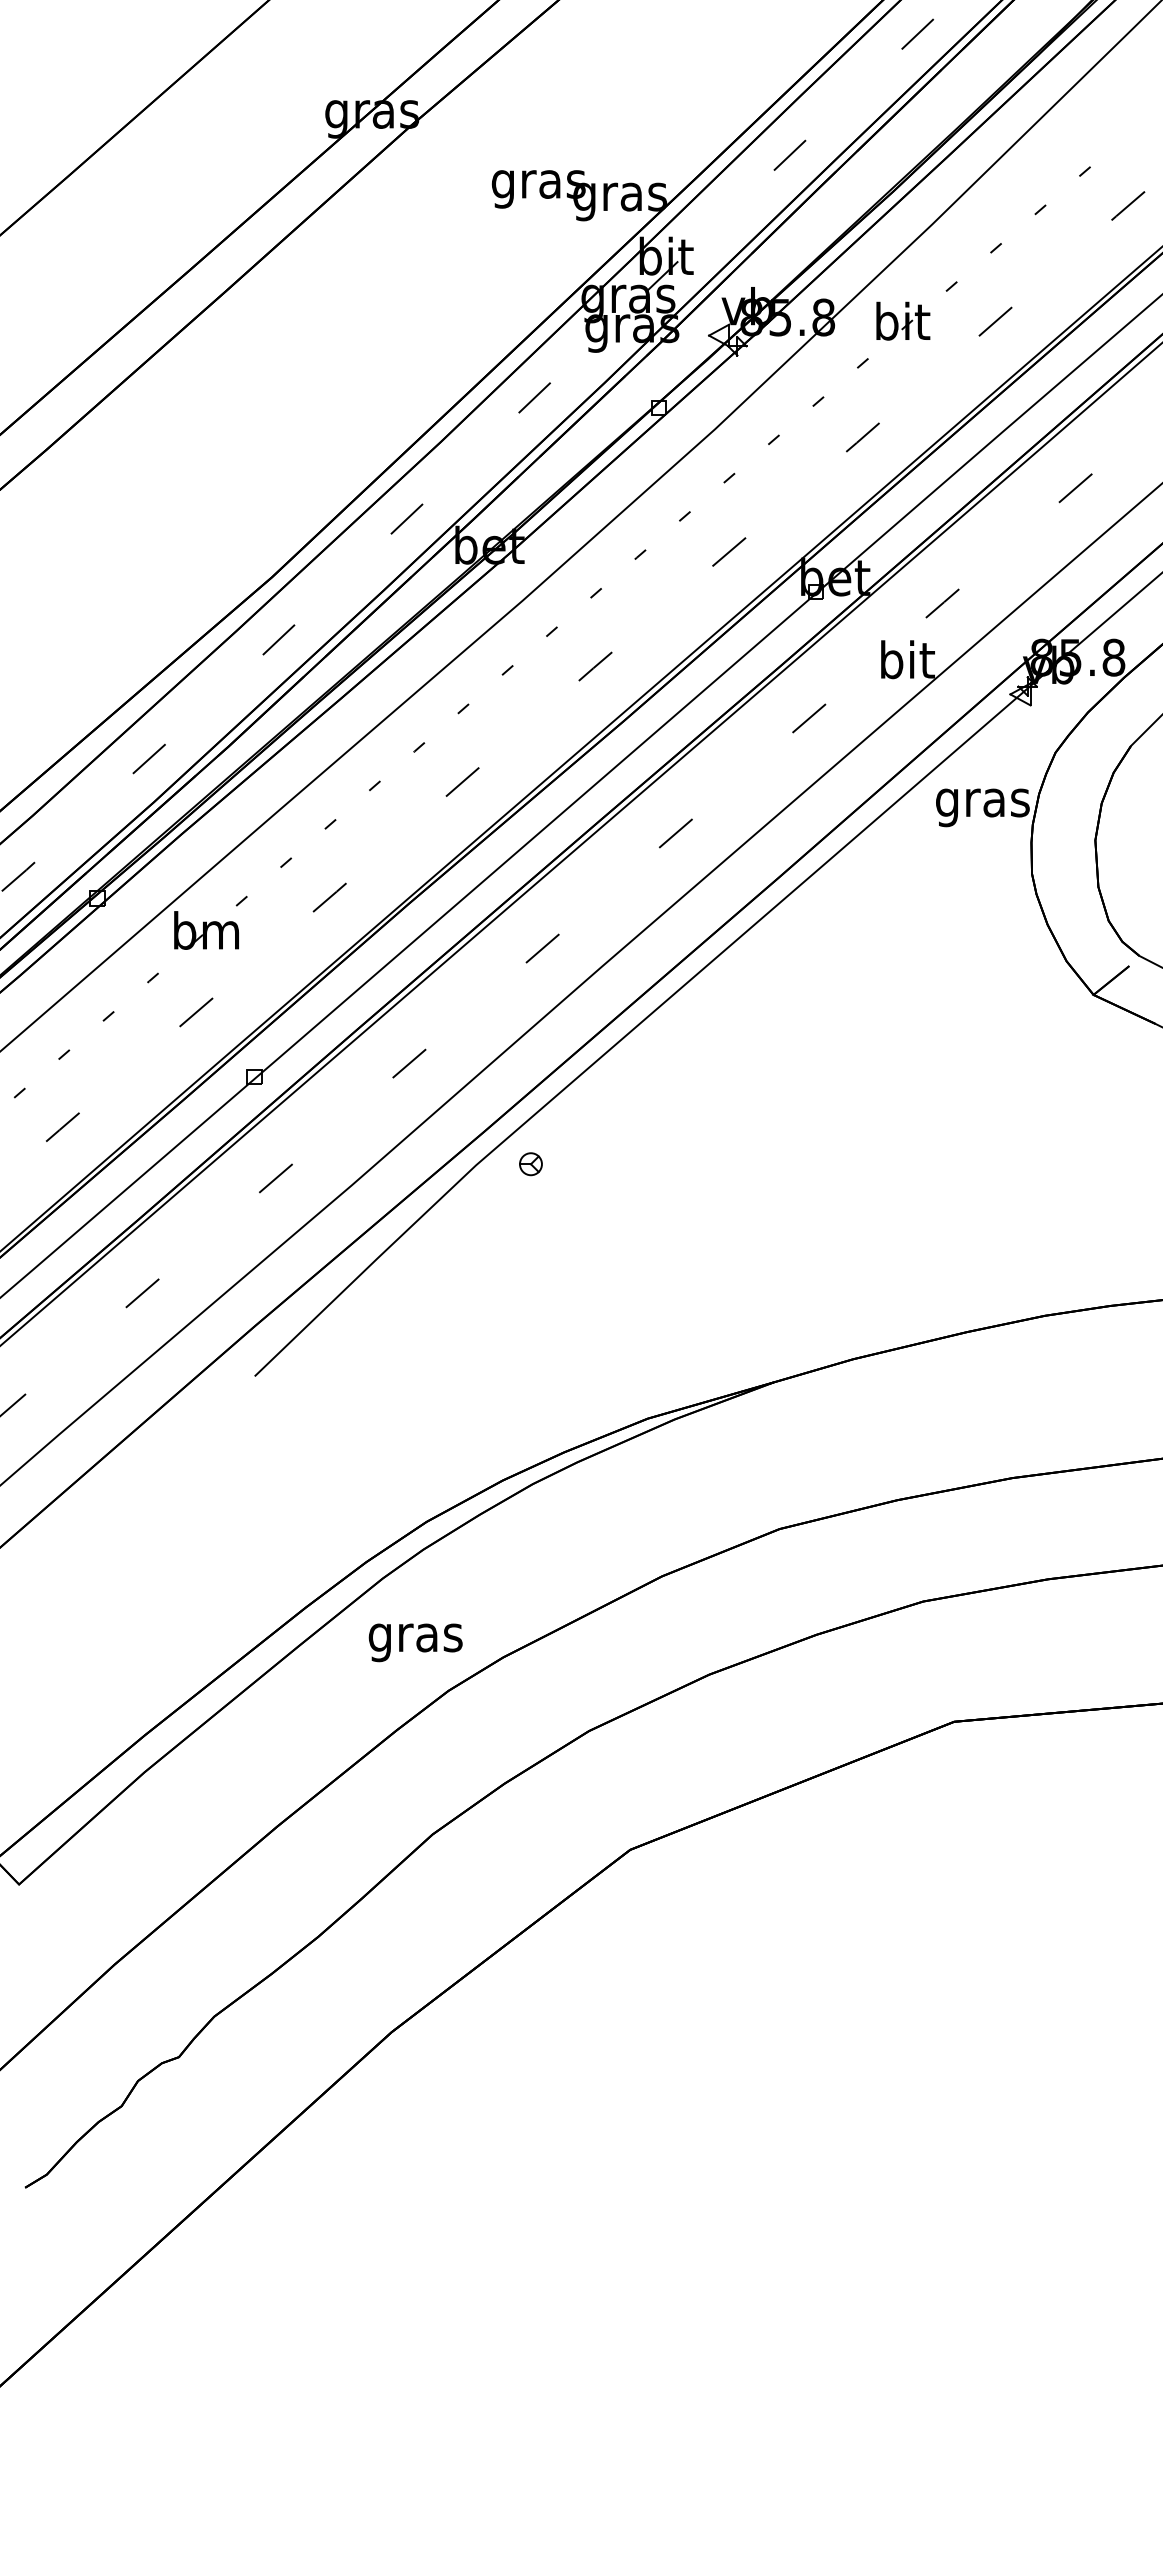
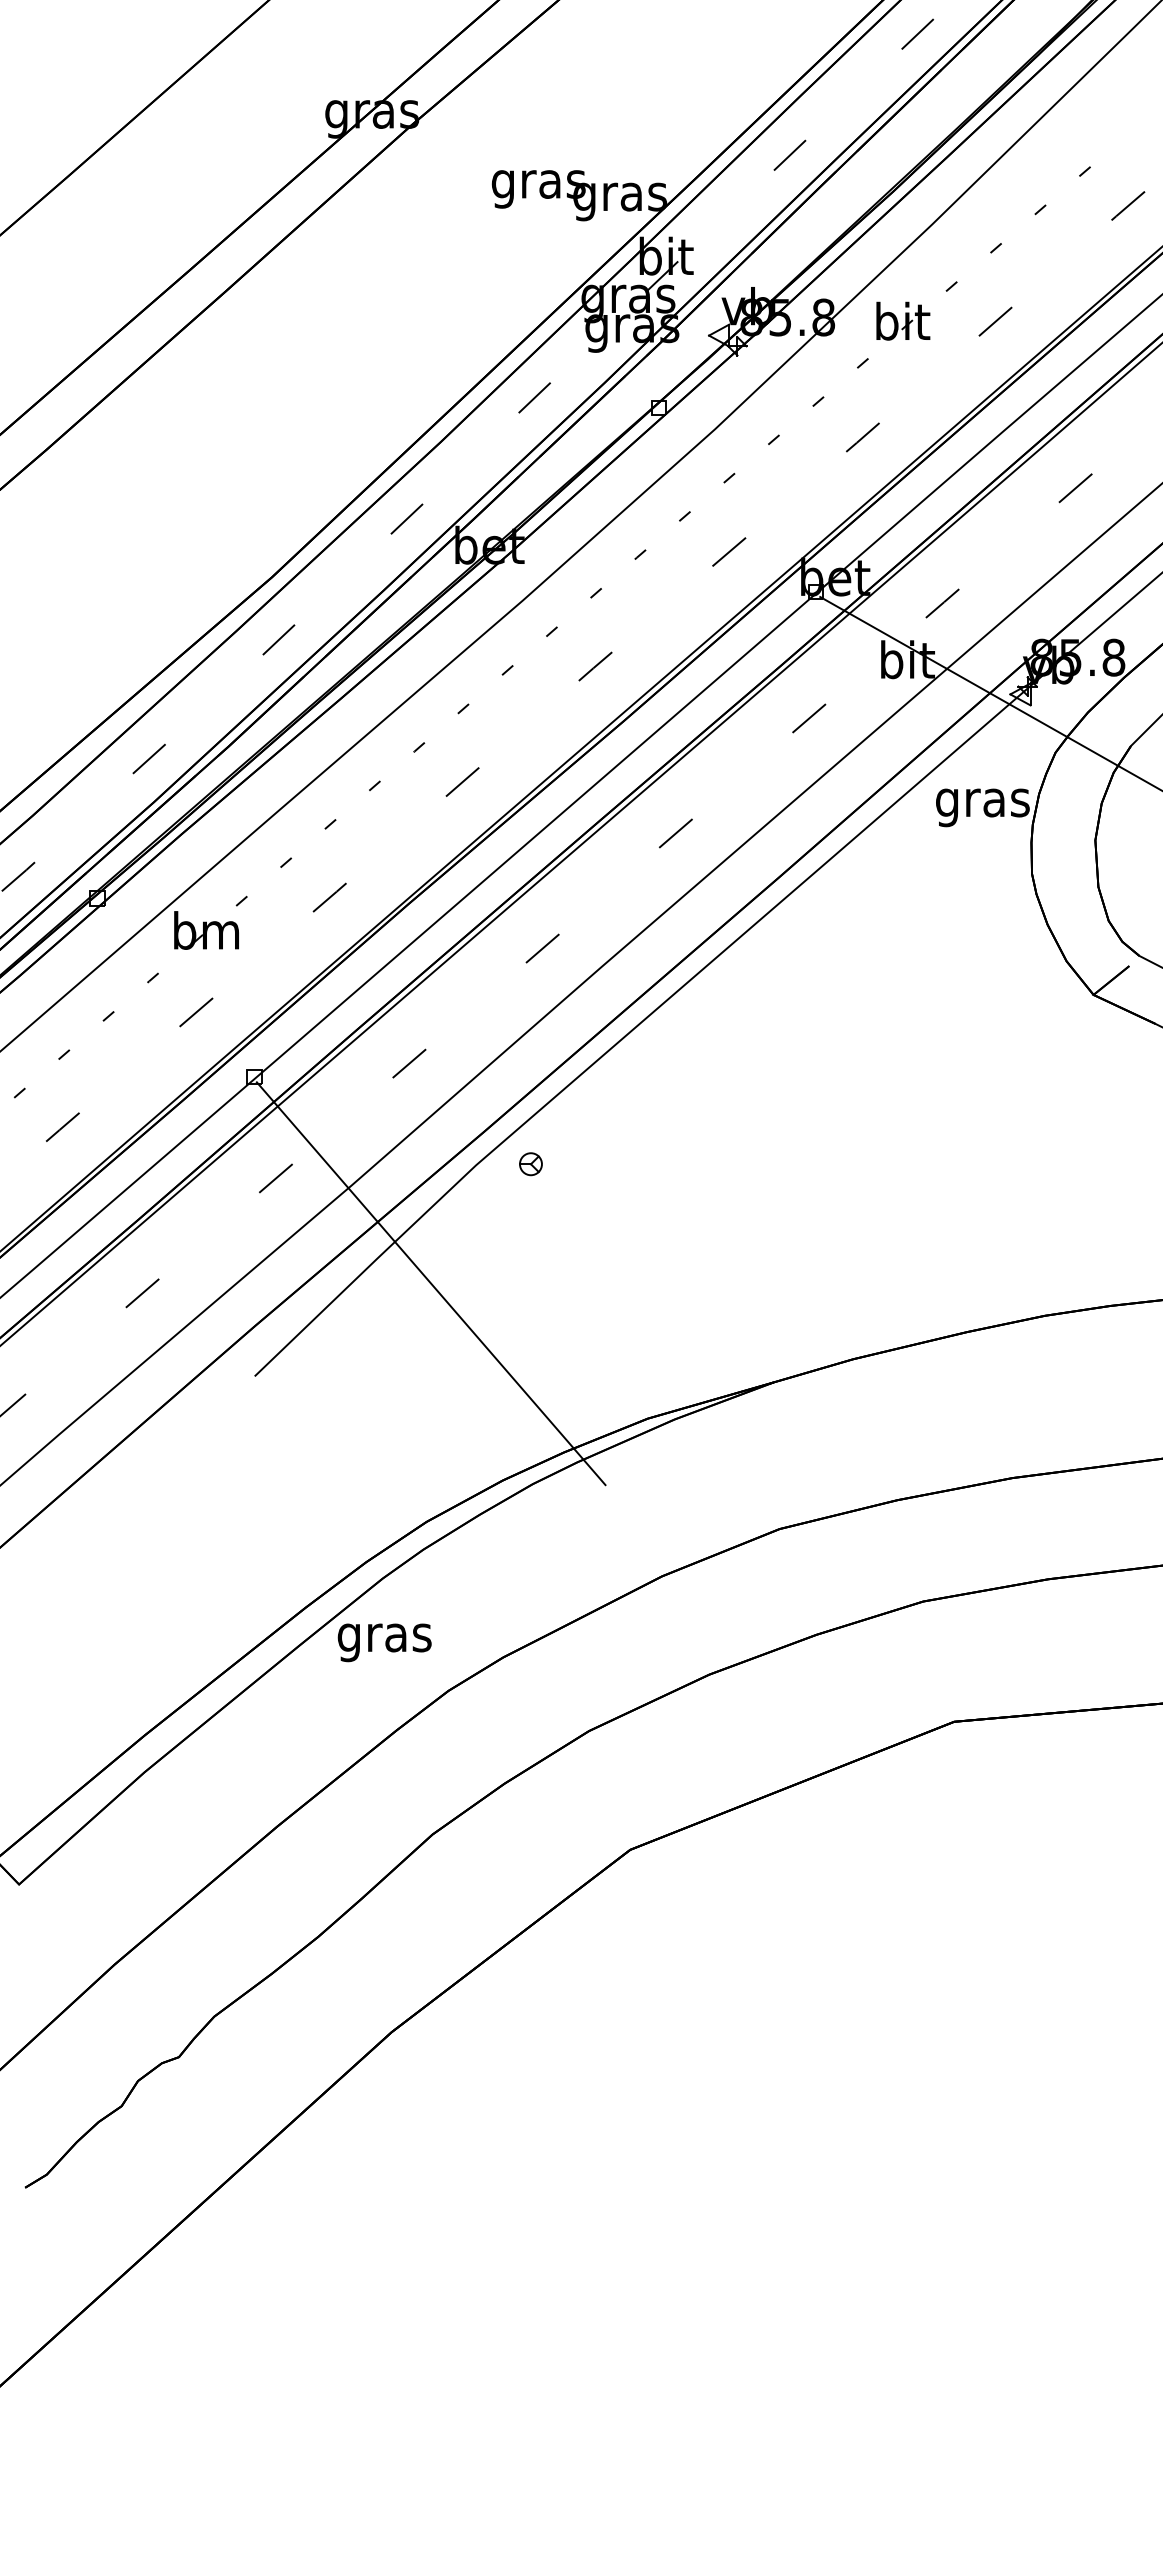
line at (989, 692): none -> present
line at (430, 1283): none -> present
text at (415, 1642) position: (415, 1642) -> (384, 1642)
